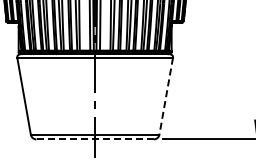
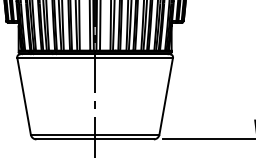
line at (166, 96): dashed -> solid
line at (95, 139): dashed -> solid
